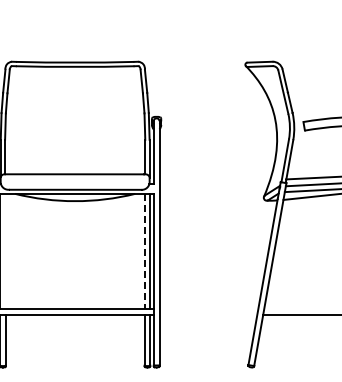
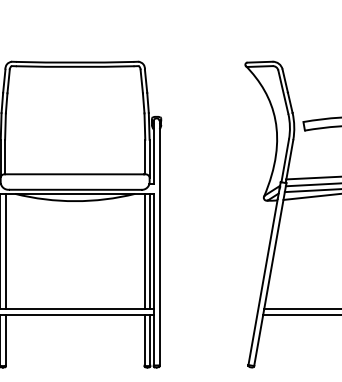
line at (5, 250): none -> present
line at (144, 251): dashed -> solid
line at (301, 308): none -> present
